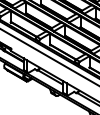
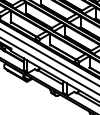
line at (49, 65): none -> present
